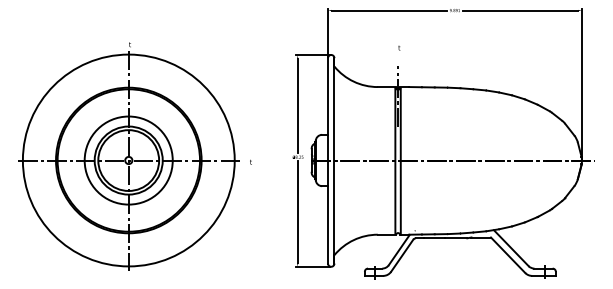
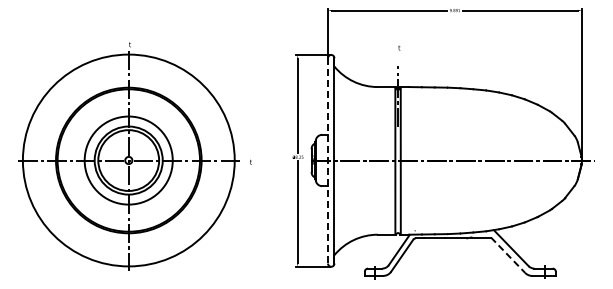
line at (328, 160): solid -> dashed
line at (508, 255): solid -> dashed
